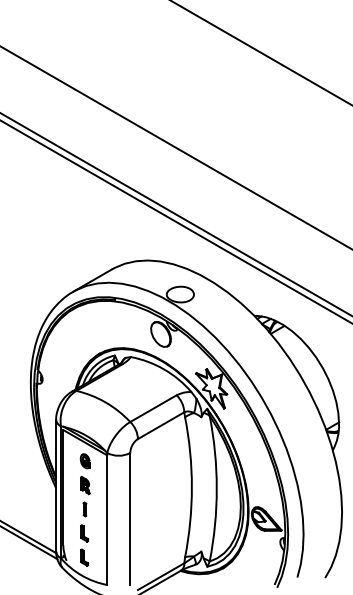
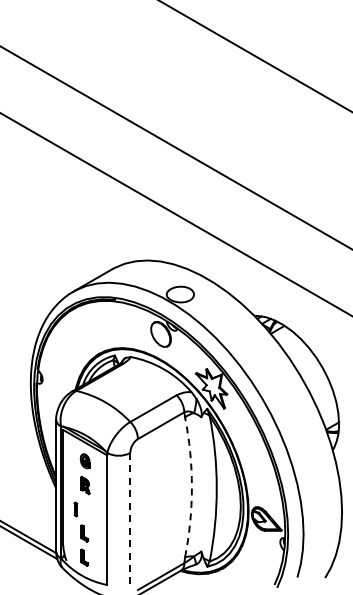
line at (261, 52) position: (261, 52) -> (255, 56)
line at (175, 221): present -> none
arc at (191, 487): solid -> dashed
part at (84, 509) position: (84, 509) -> (75, 509)
line at (130, 518): solid -> dashed
